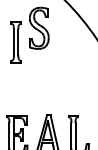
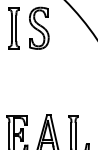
part at (15, 42) position: (15, 42) -> (13, 28)
